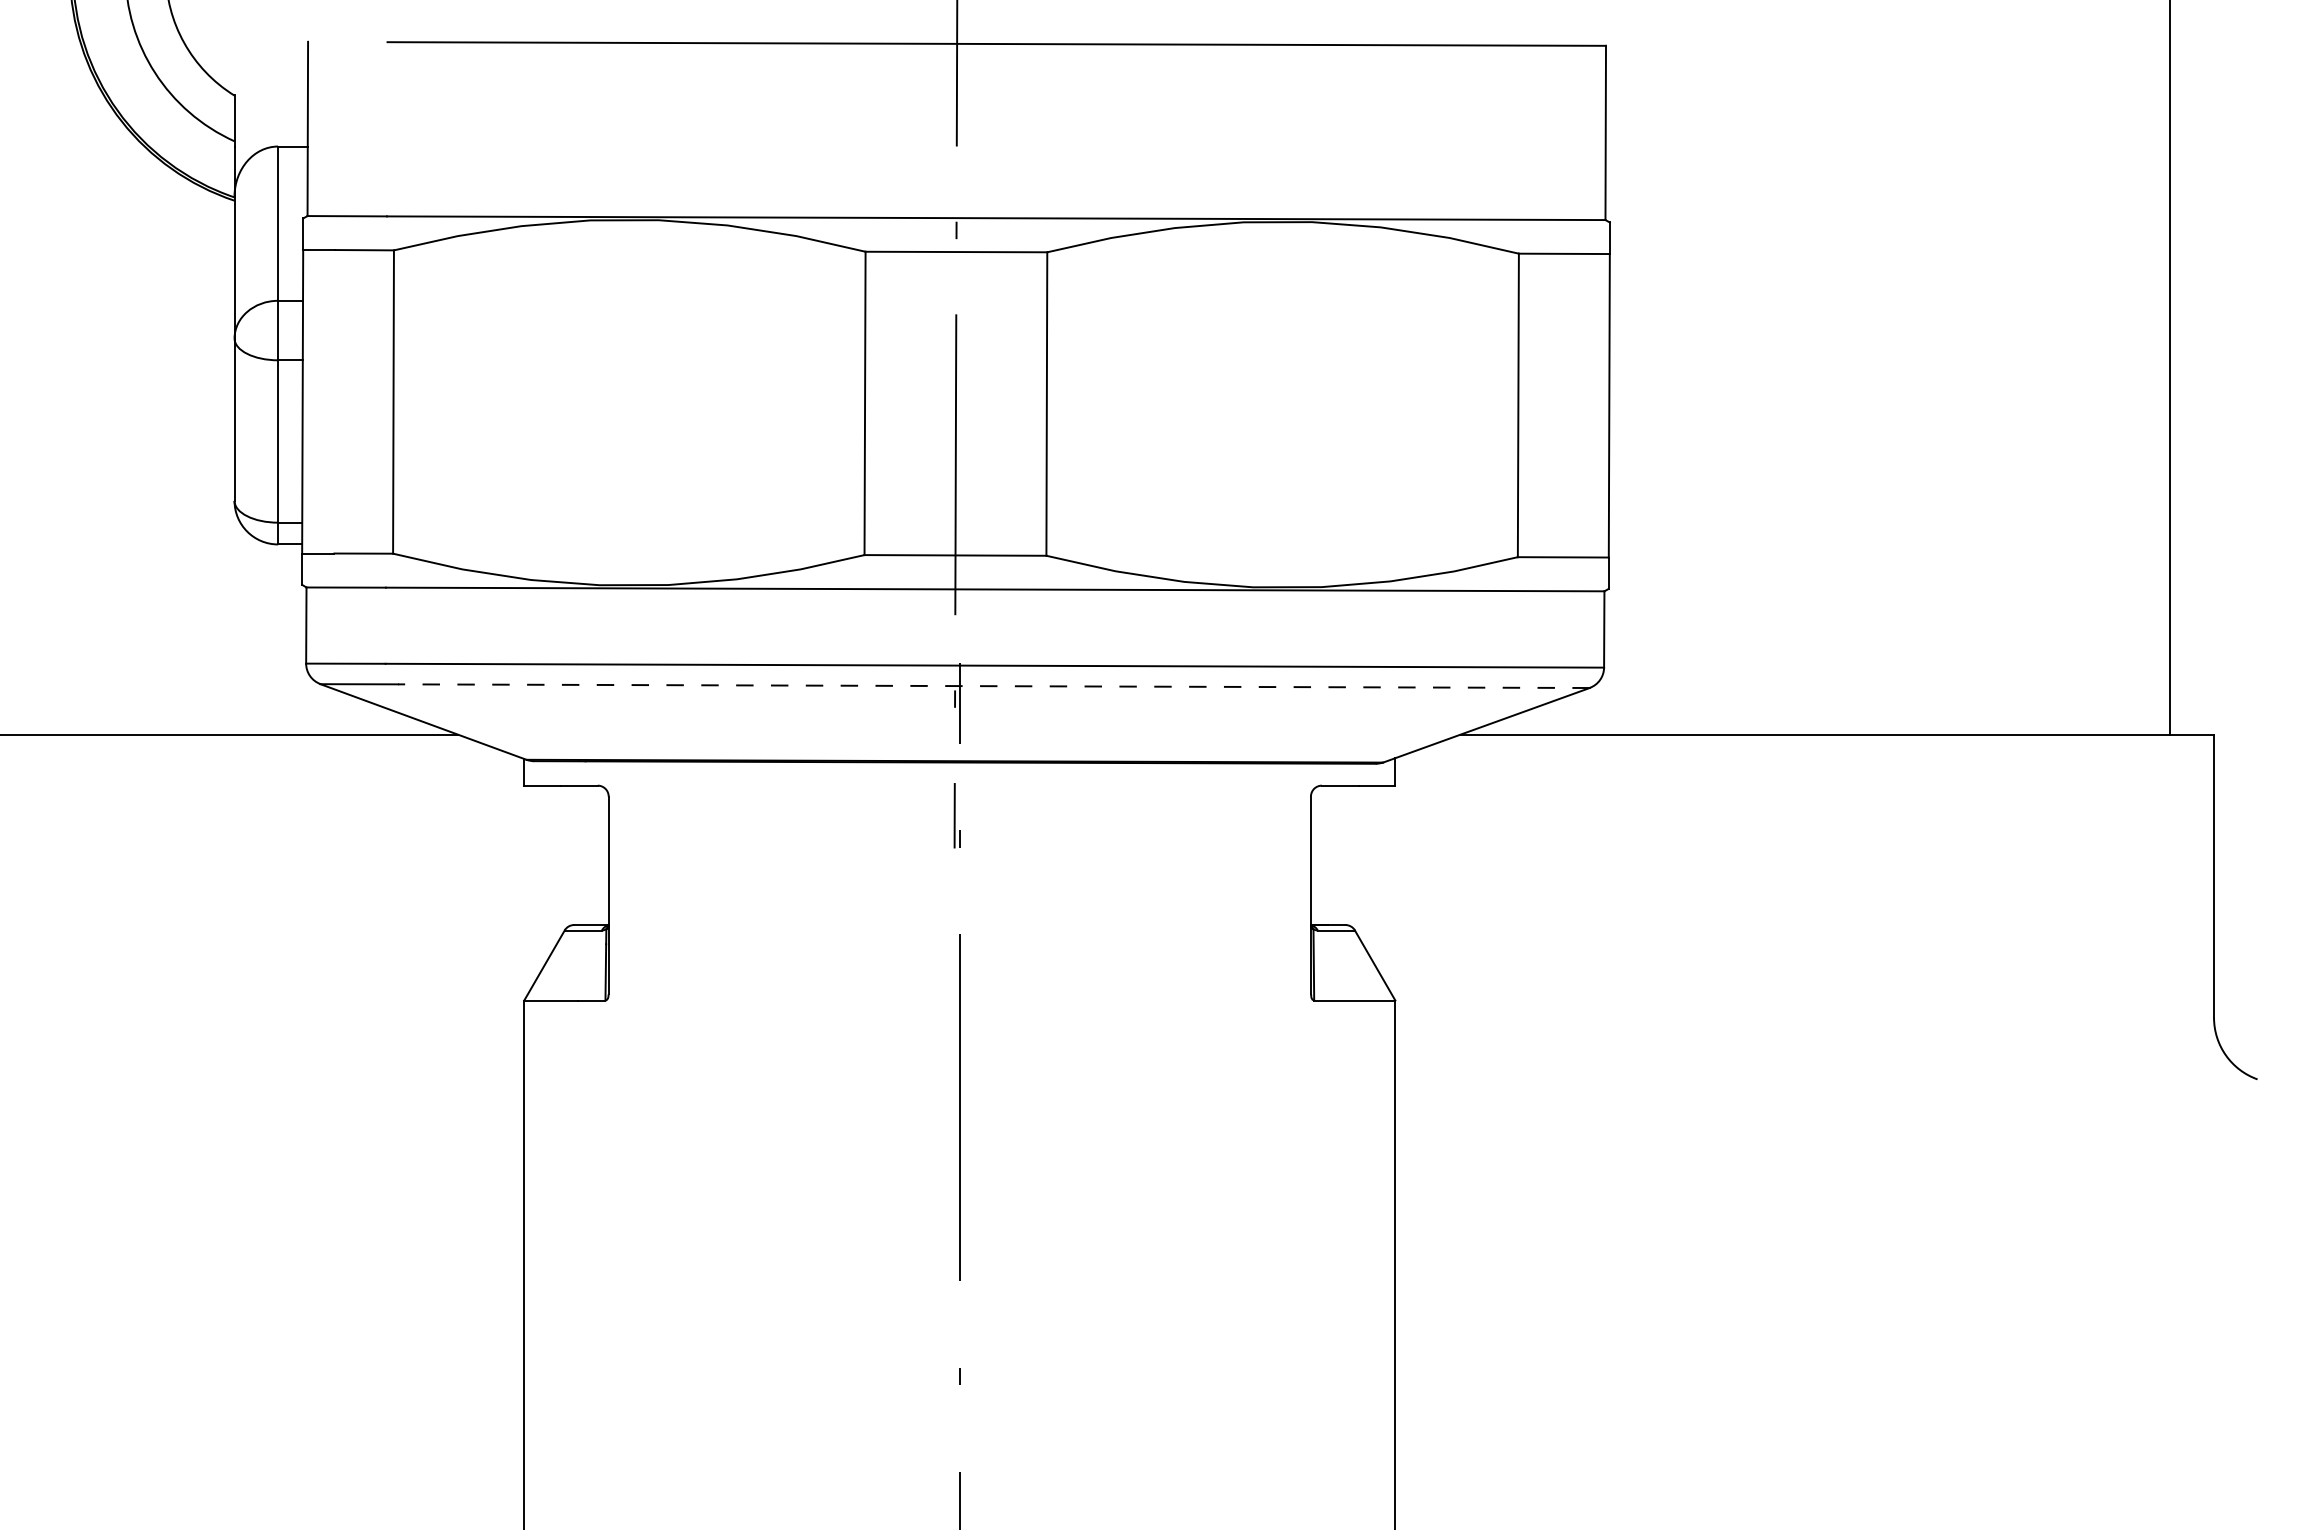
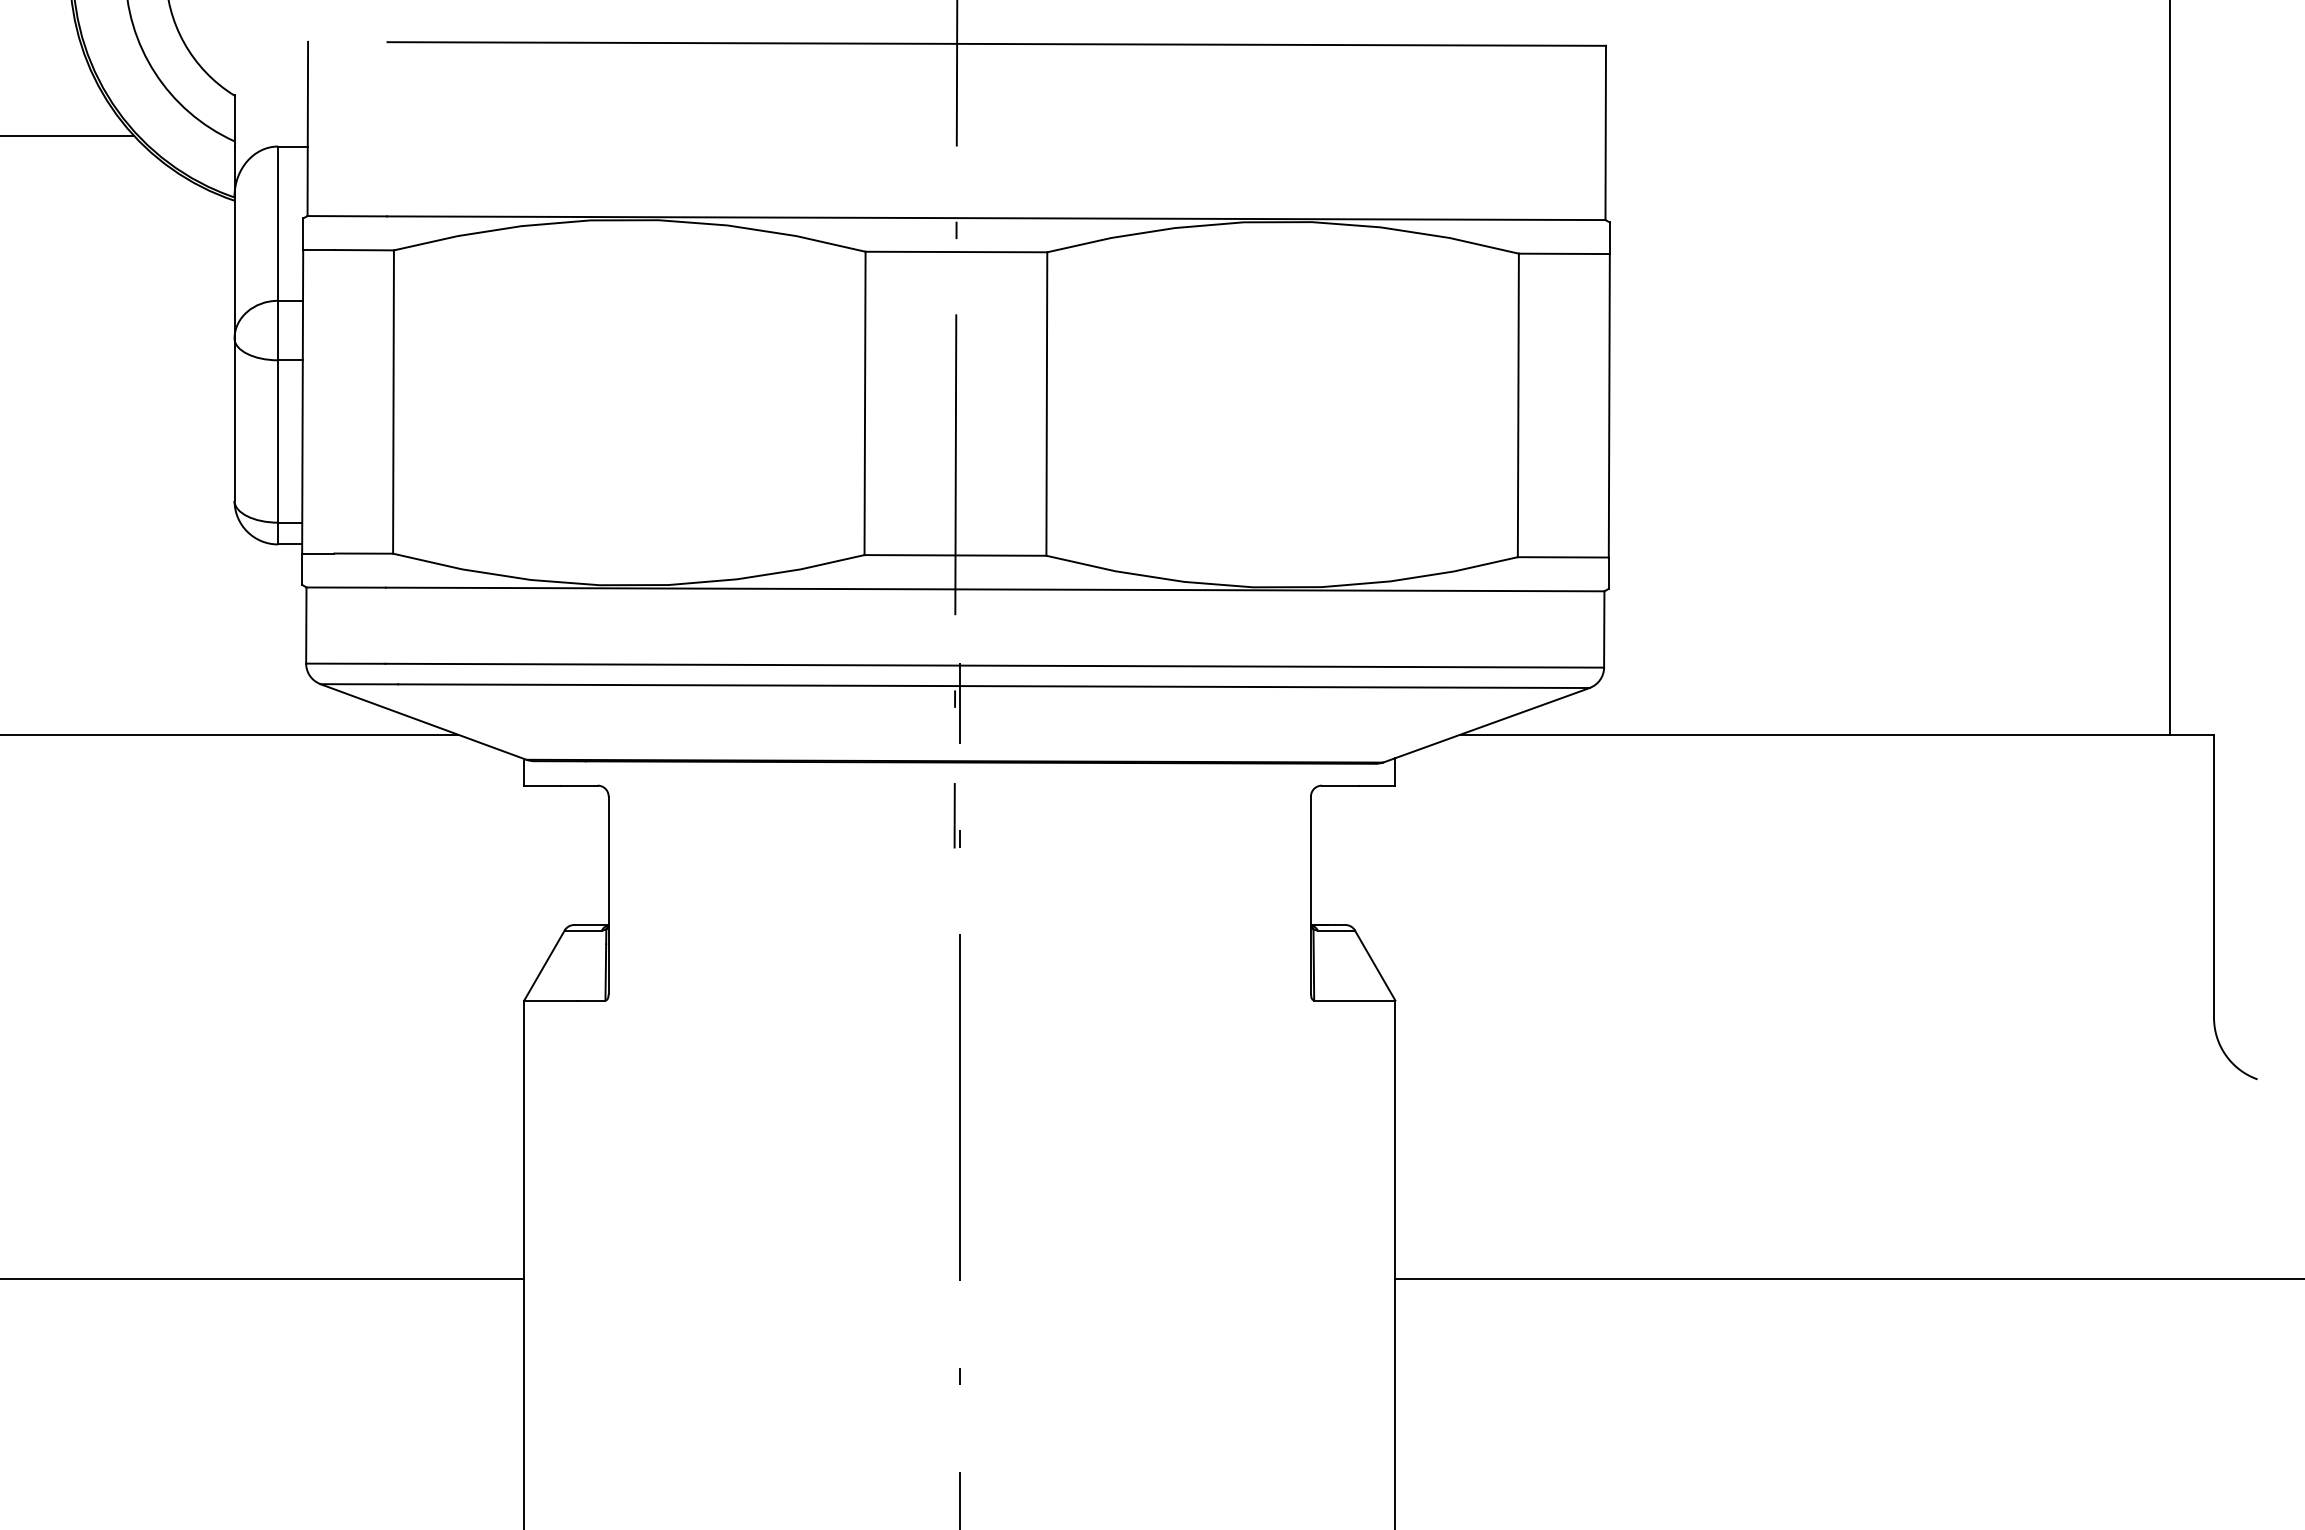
line at (68, 135): none -> present
line at (993, 686): dashed -> solid
line at (263, 1279): none -> present
line at (1848, 1279): none -> present
